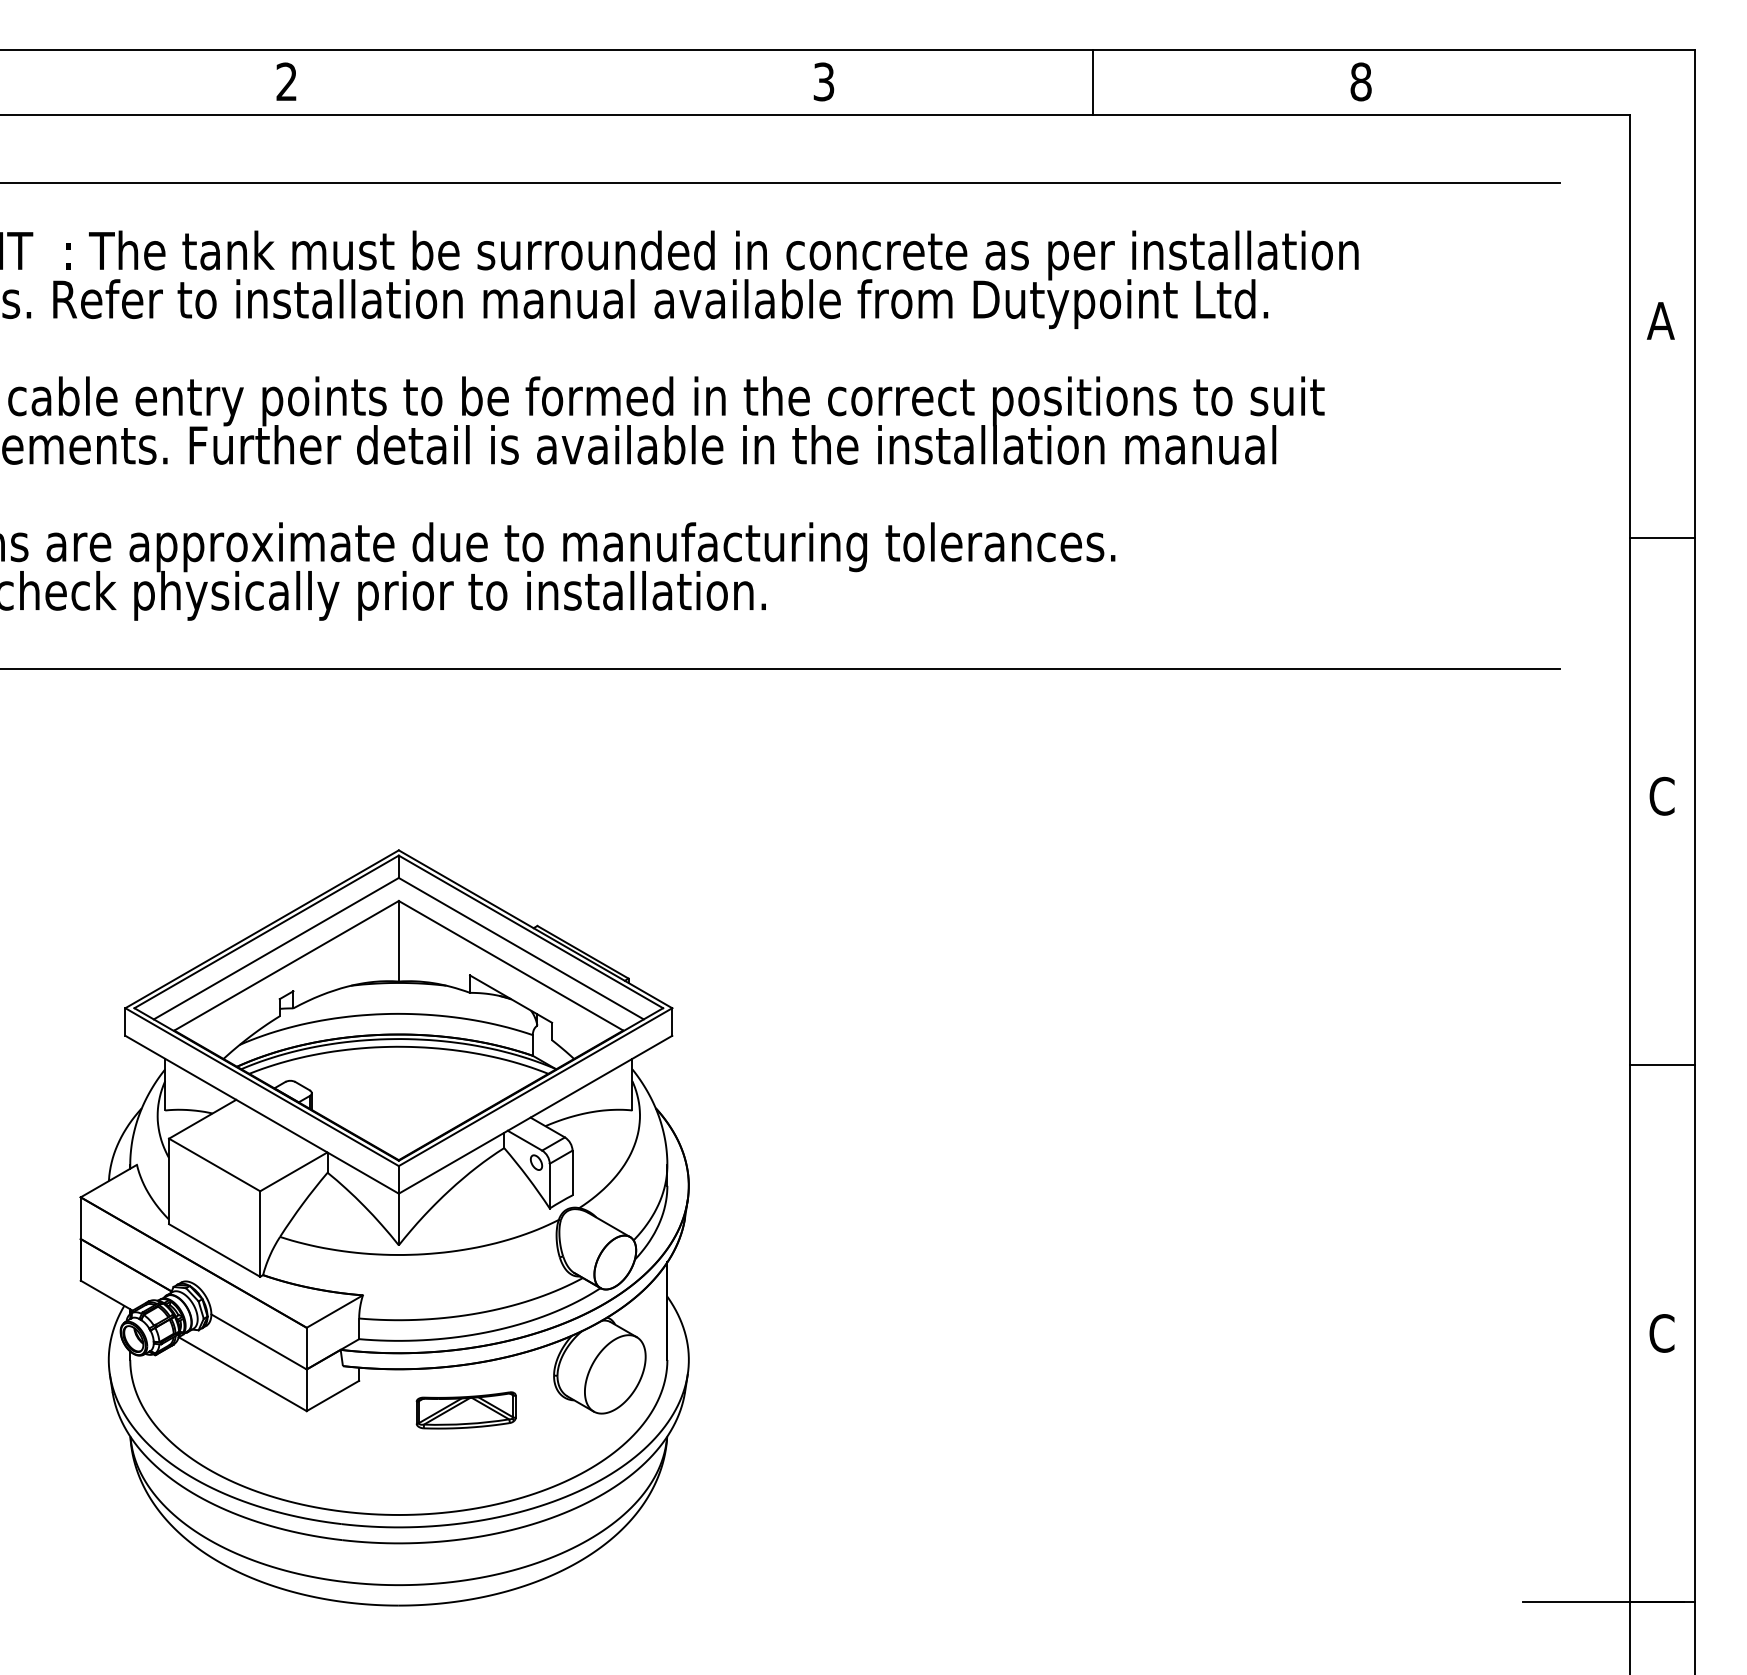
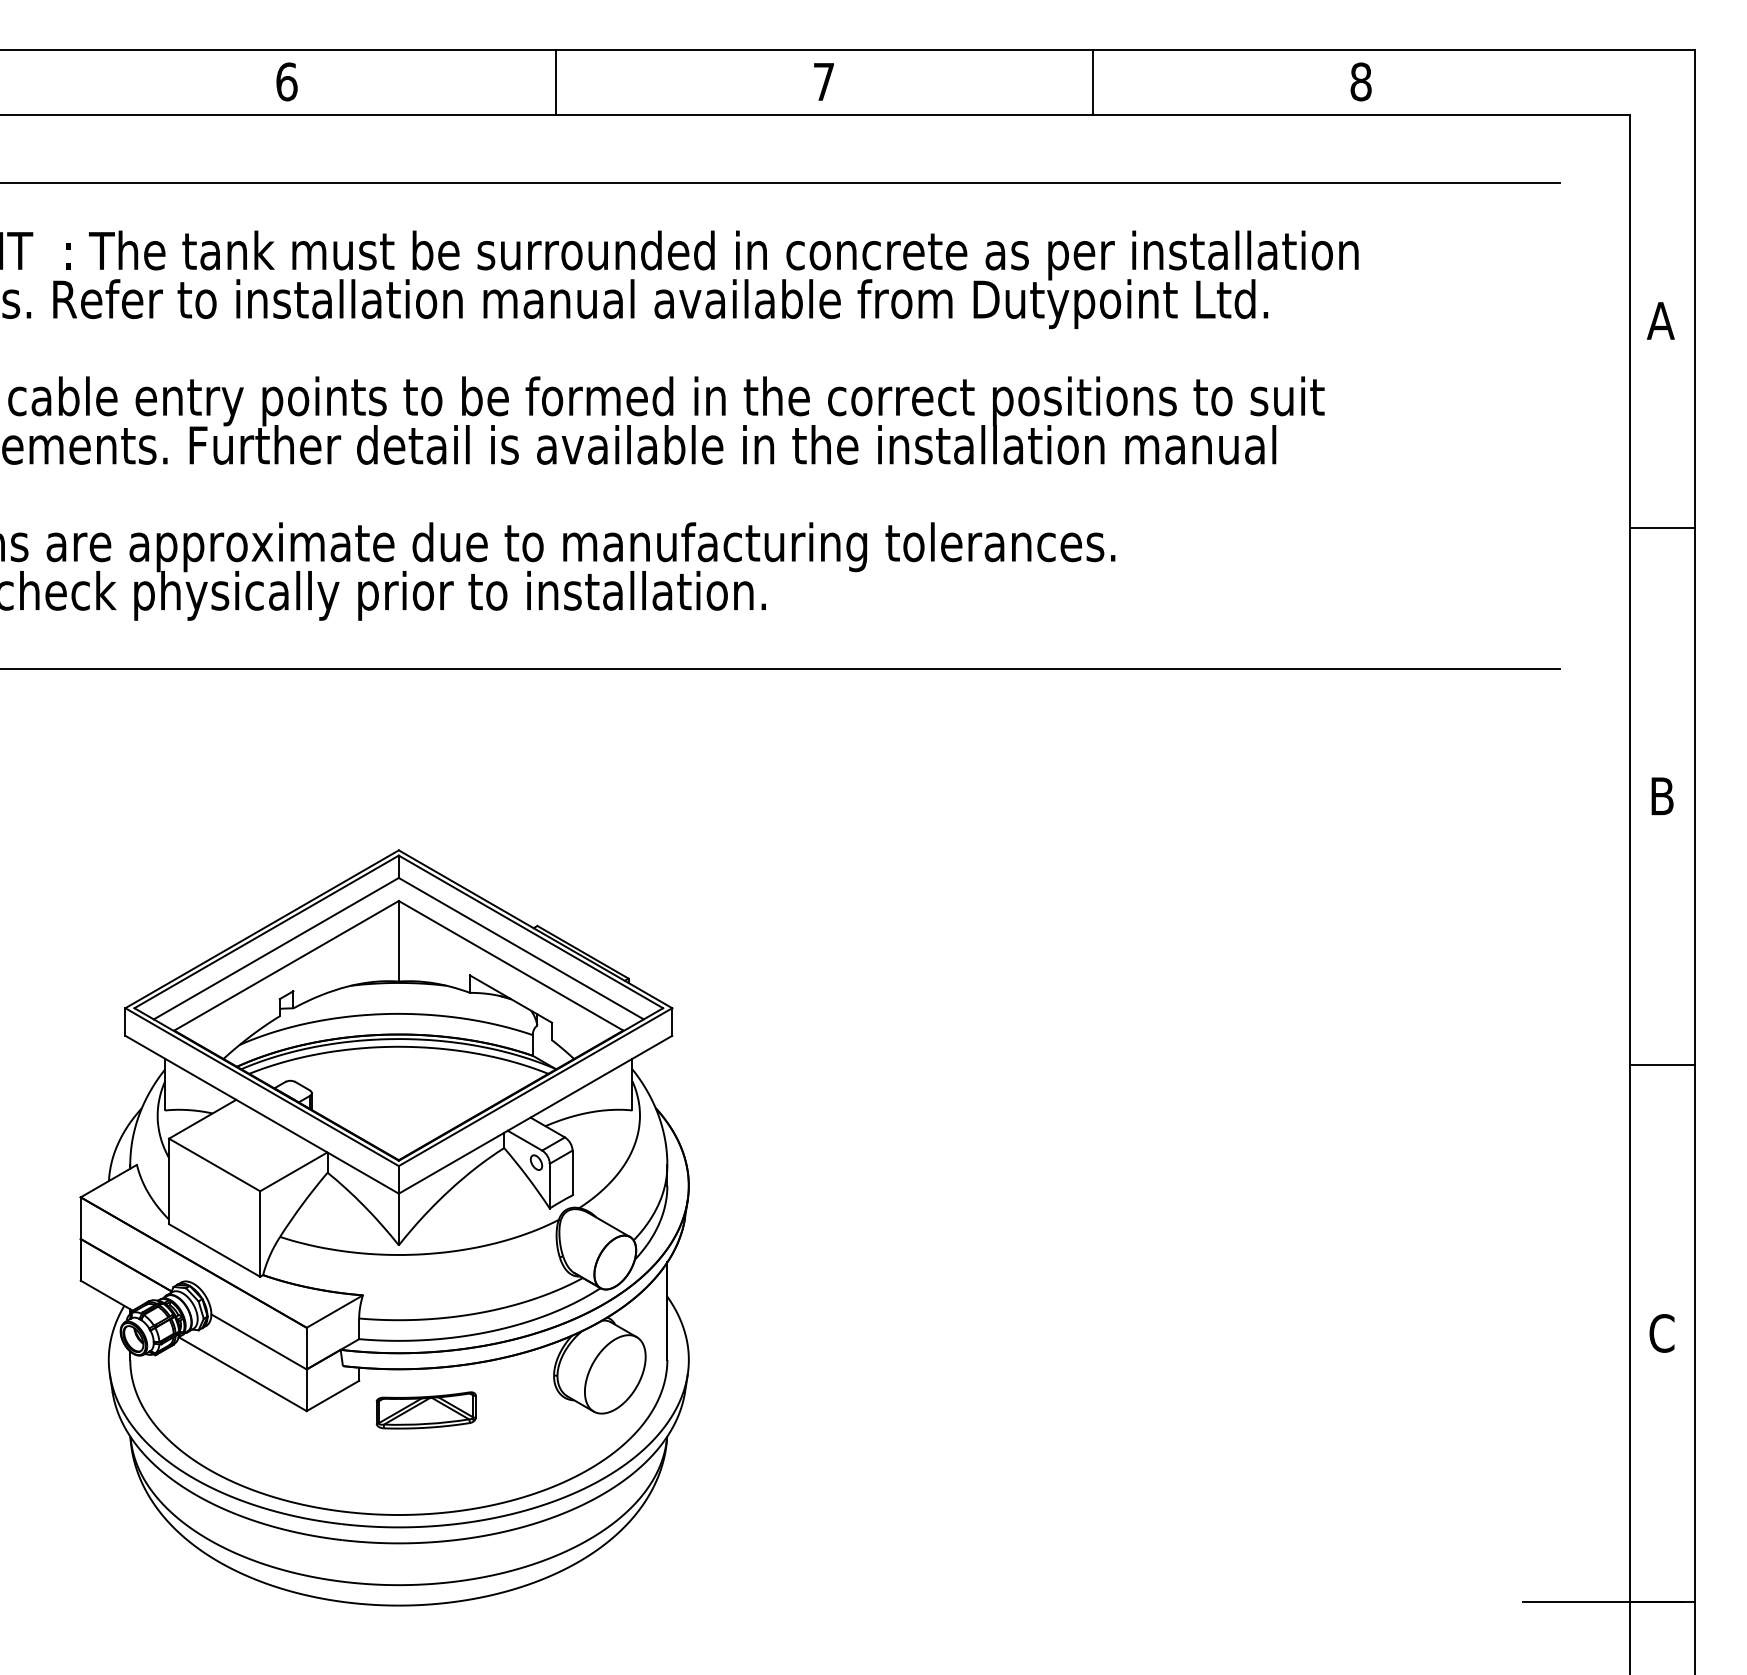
text at (286, 81): 2 -> 6
text at (823, 81): 3 -> 7
line at (555, 82): none -> present
line at (1662, 538) position: (1662, 538) -> (1662, 528)
text at (1661, 795): C -> B
part at (465, 1410) position: (465, 1410) -> (425, 1410)
